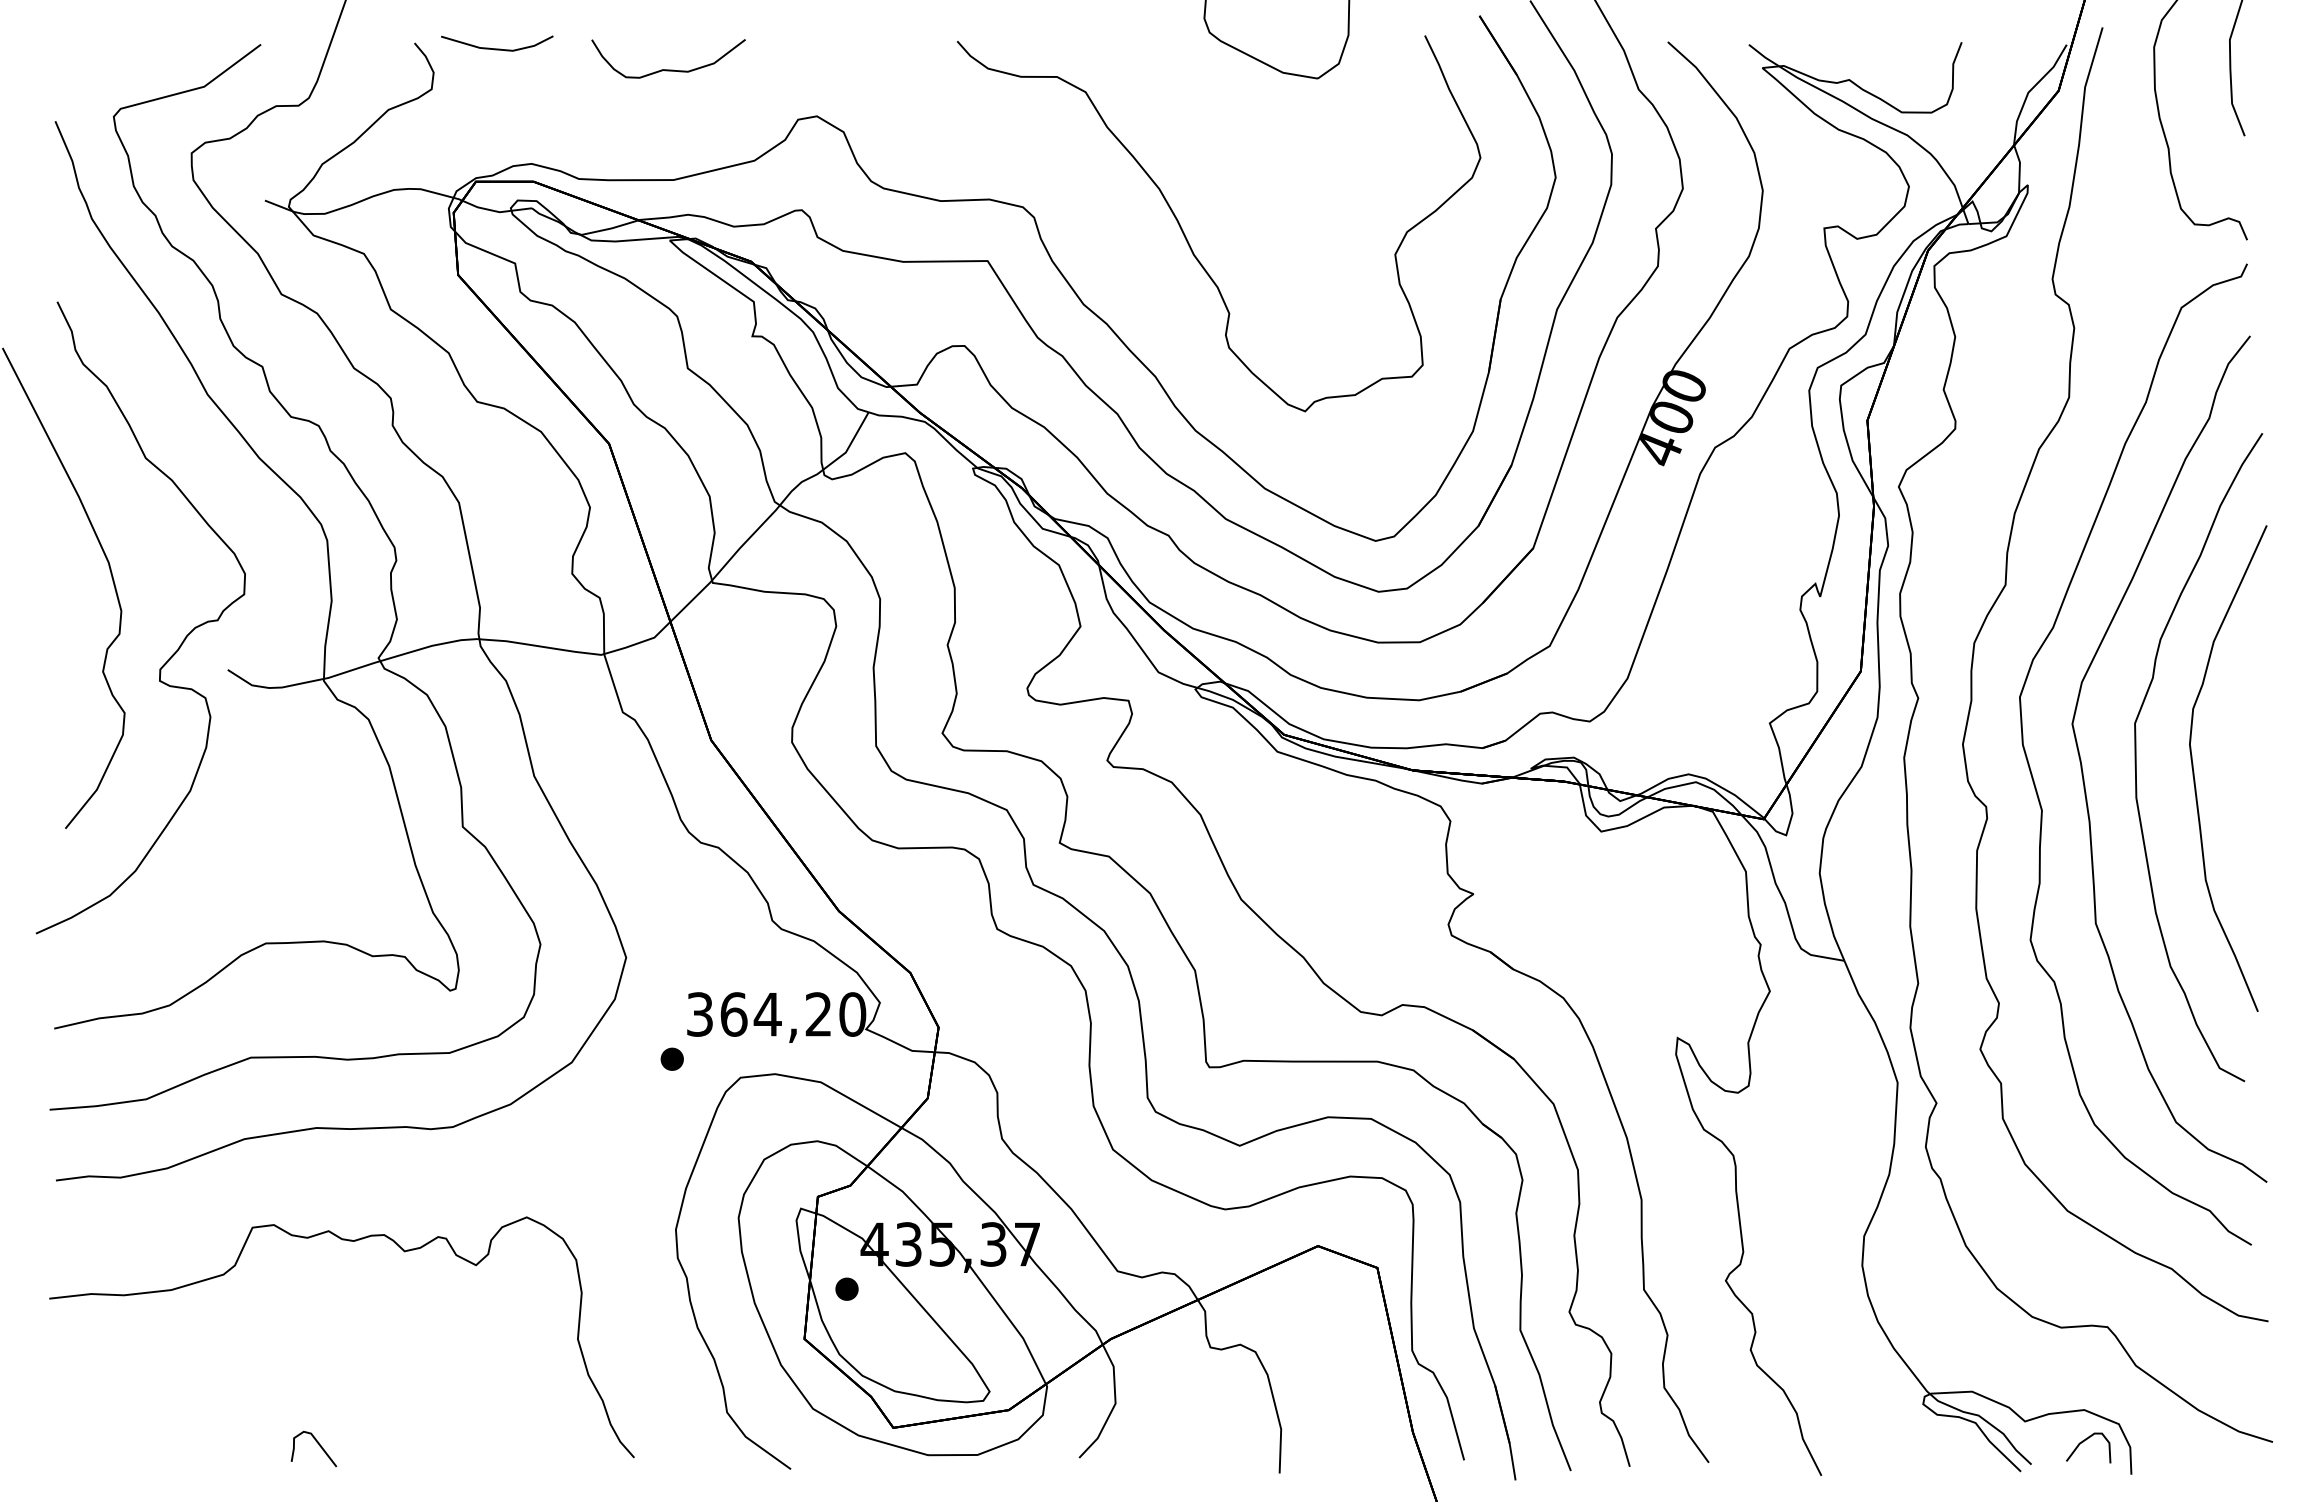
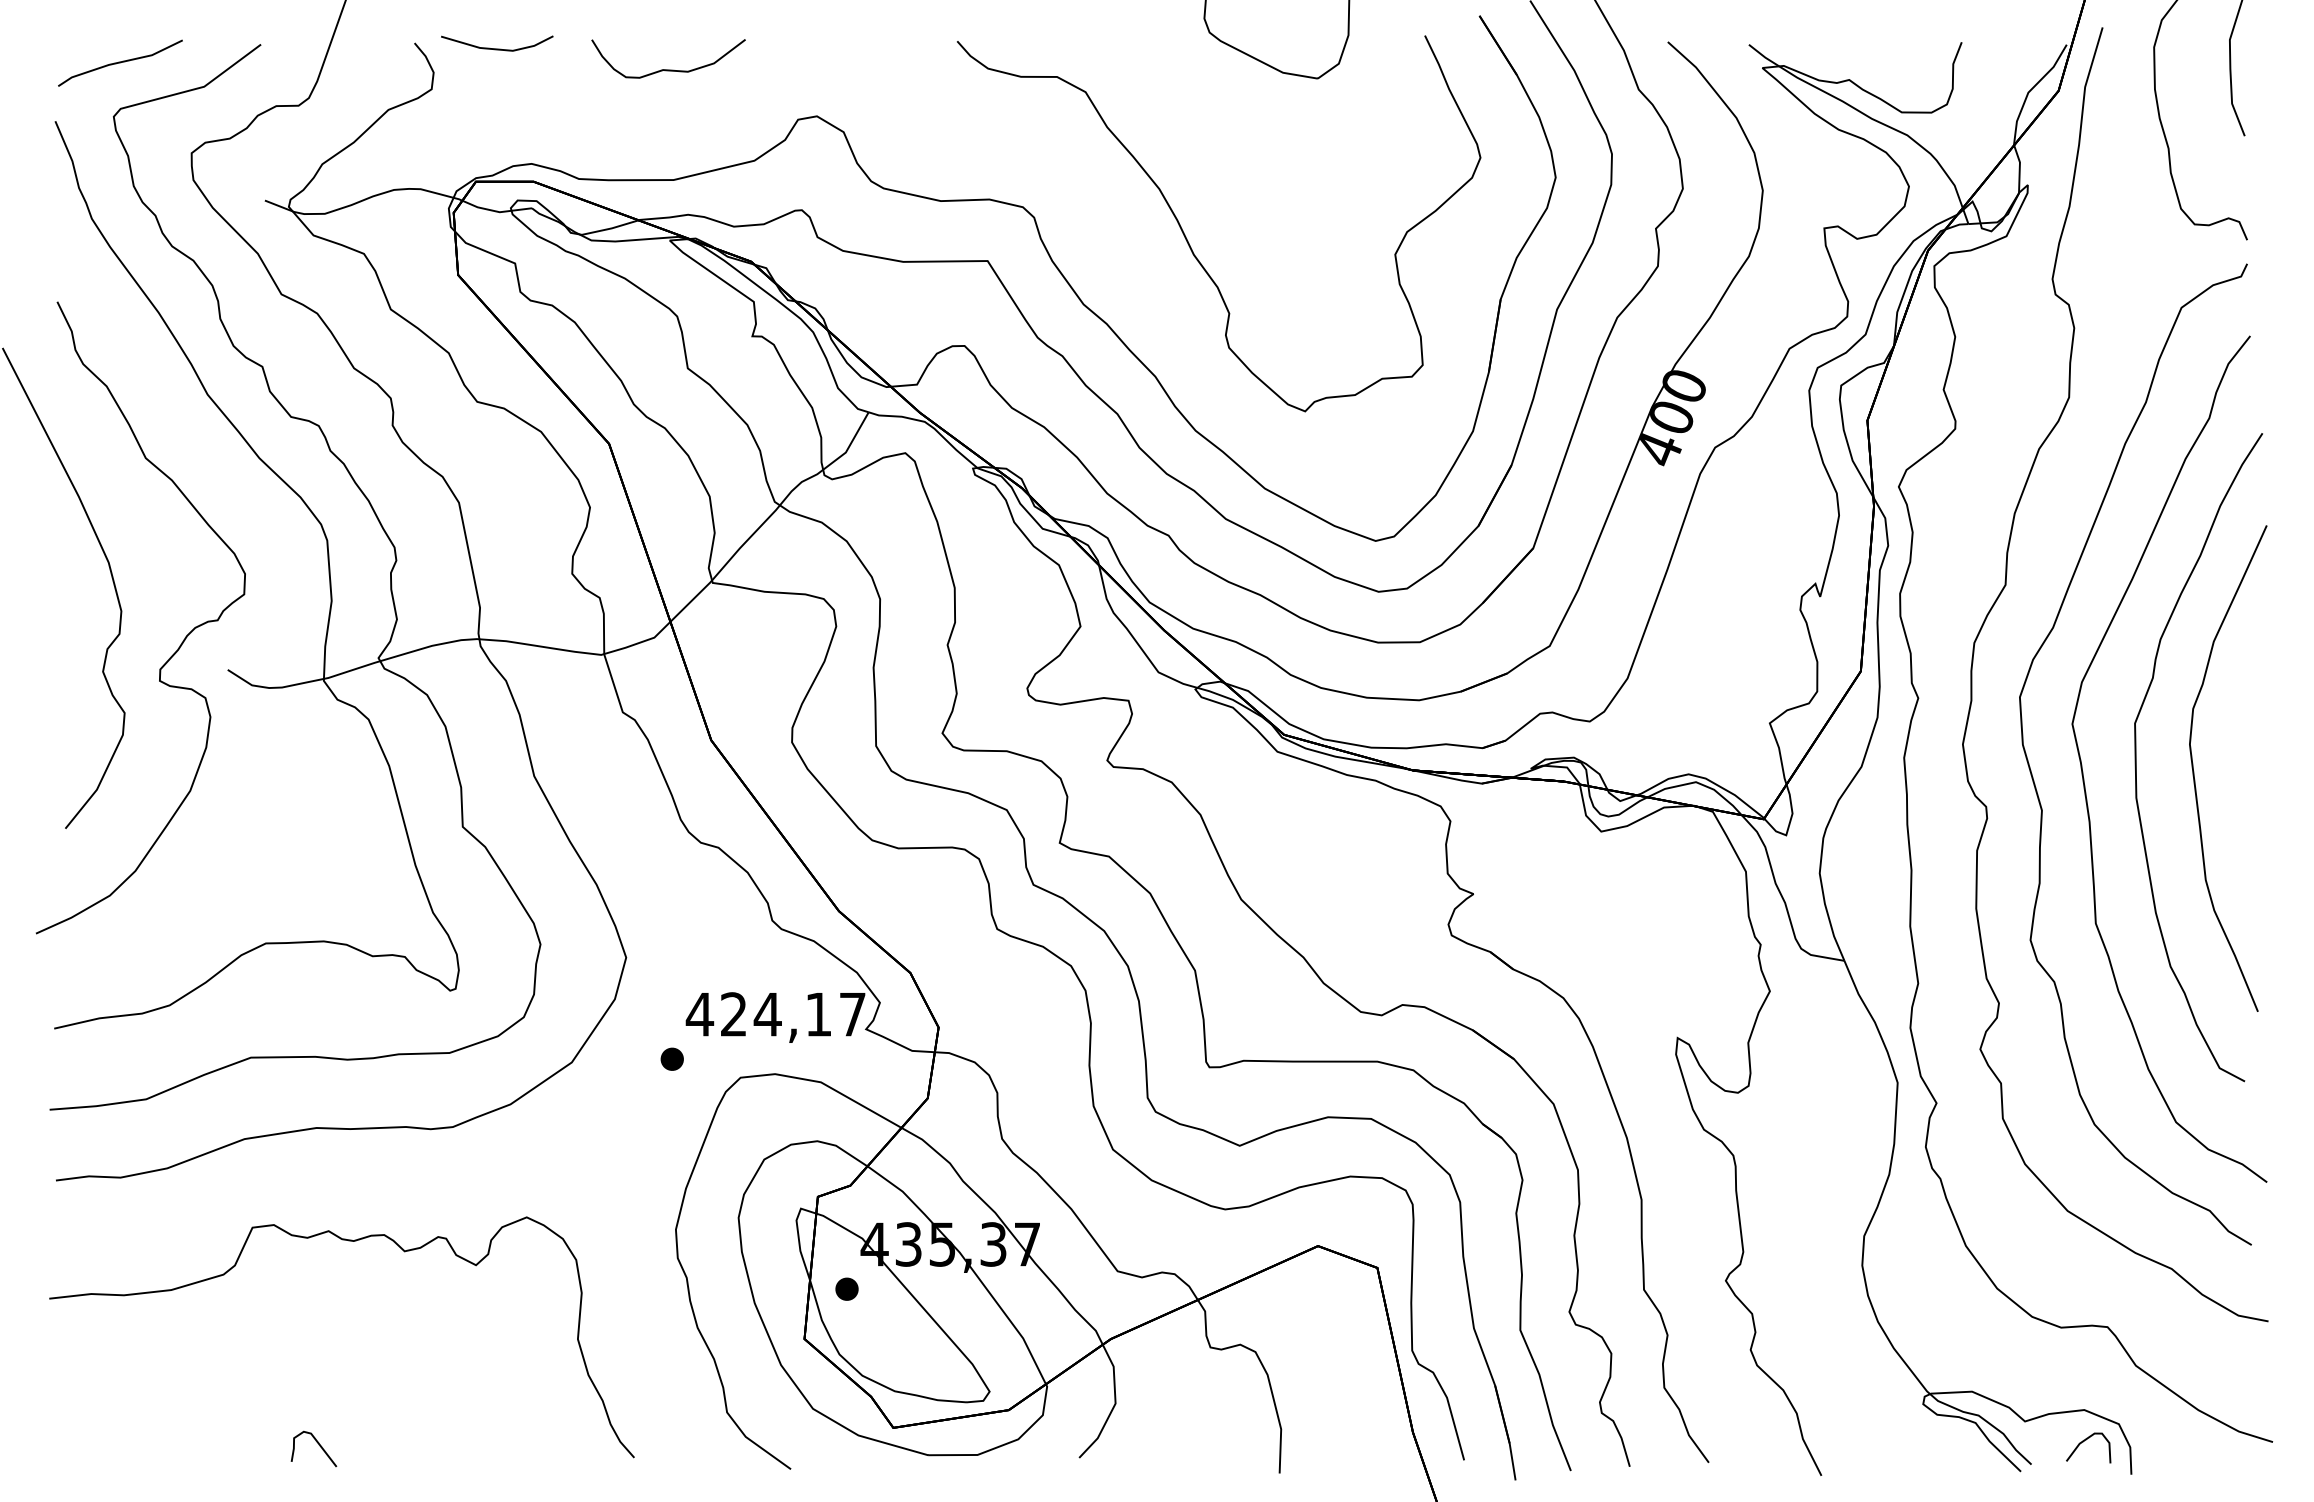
line at (120, 62): none -> present
text at (775, 1014): 364,20 -> 424,17
